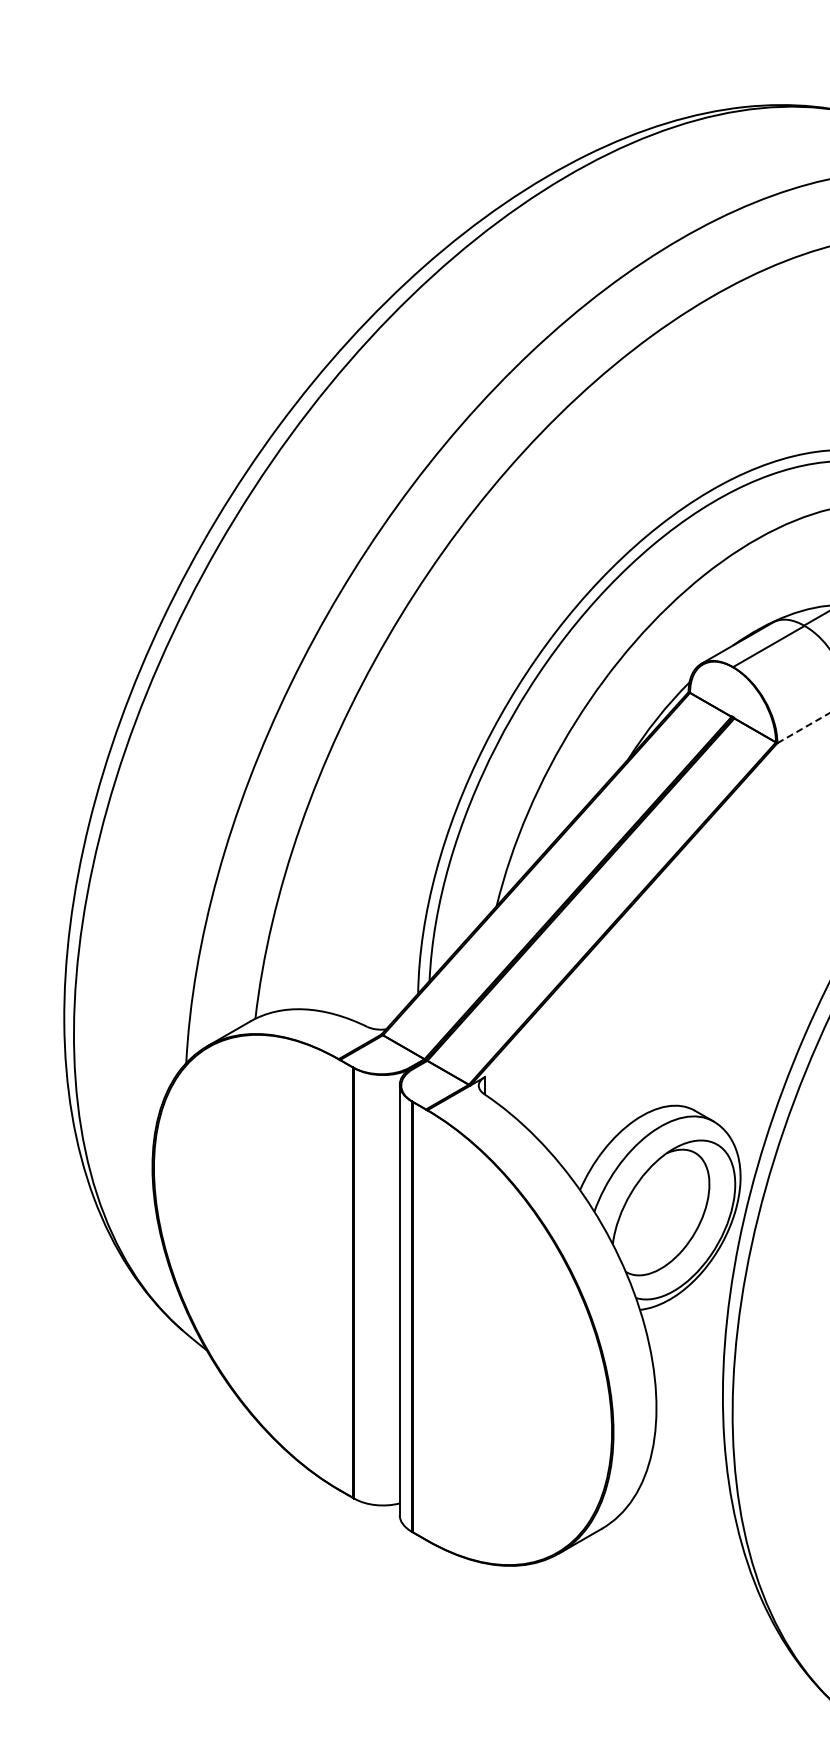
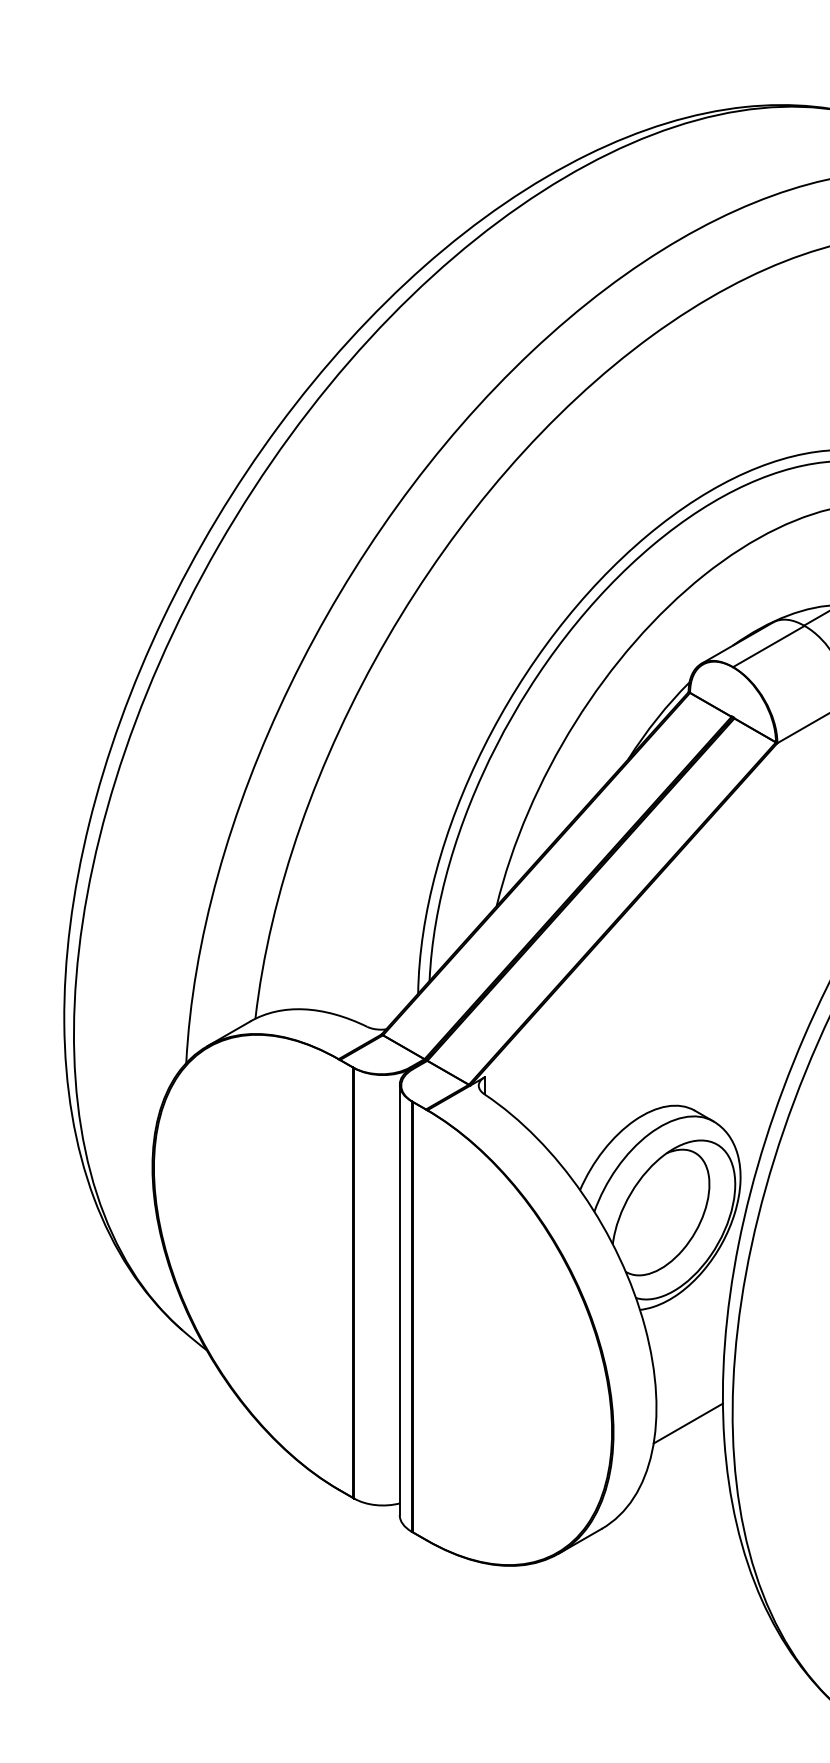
line at (803, 728): dashed -> solid
line at (687, 1423): none -> present
